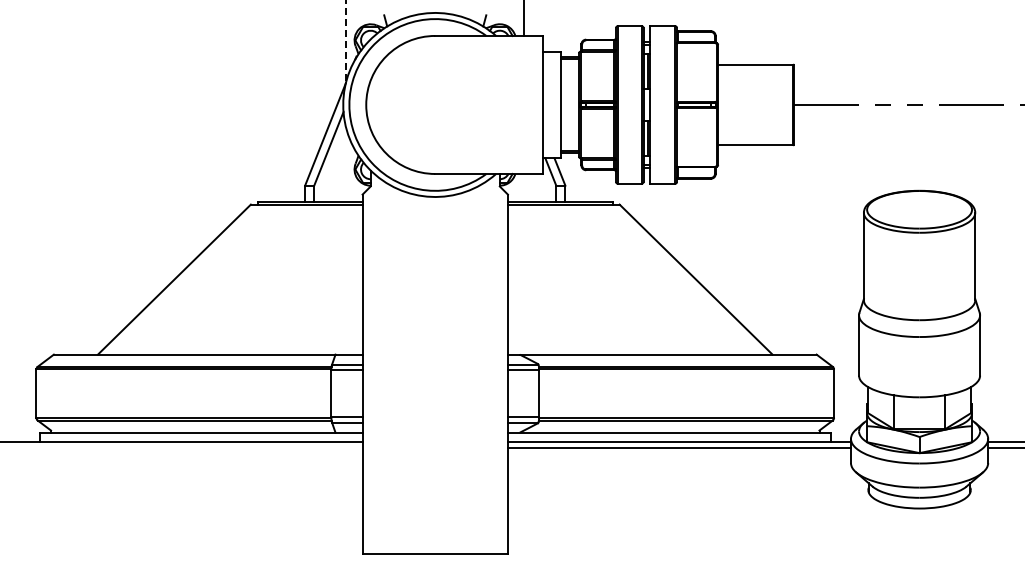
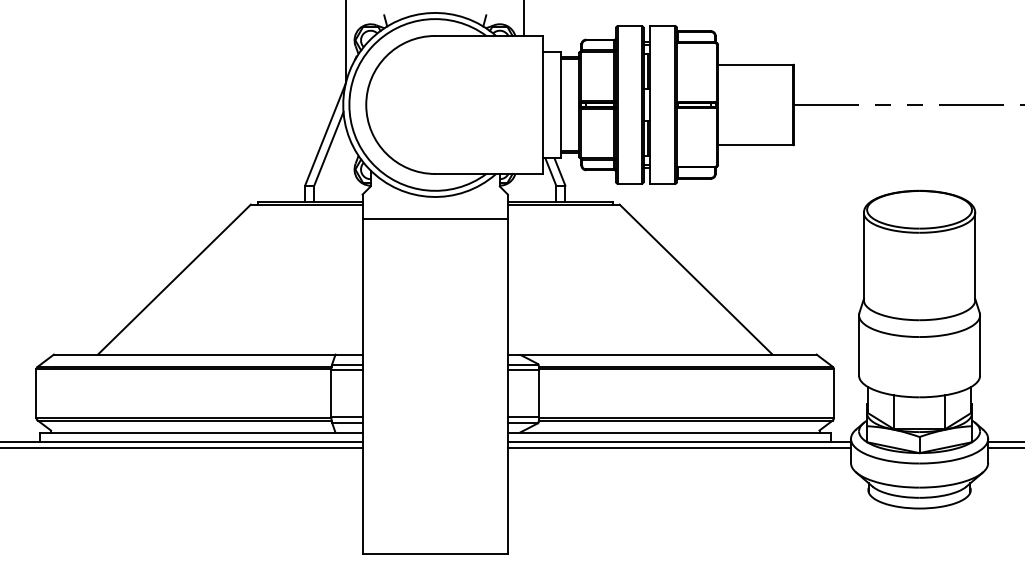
line at (346, 40): dashed -> solid
line at (434, 218): none -> present
line at (182, 447): none -> present
